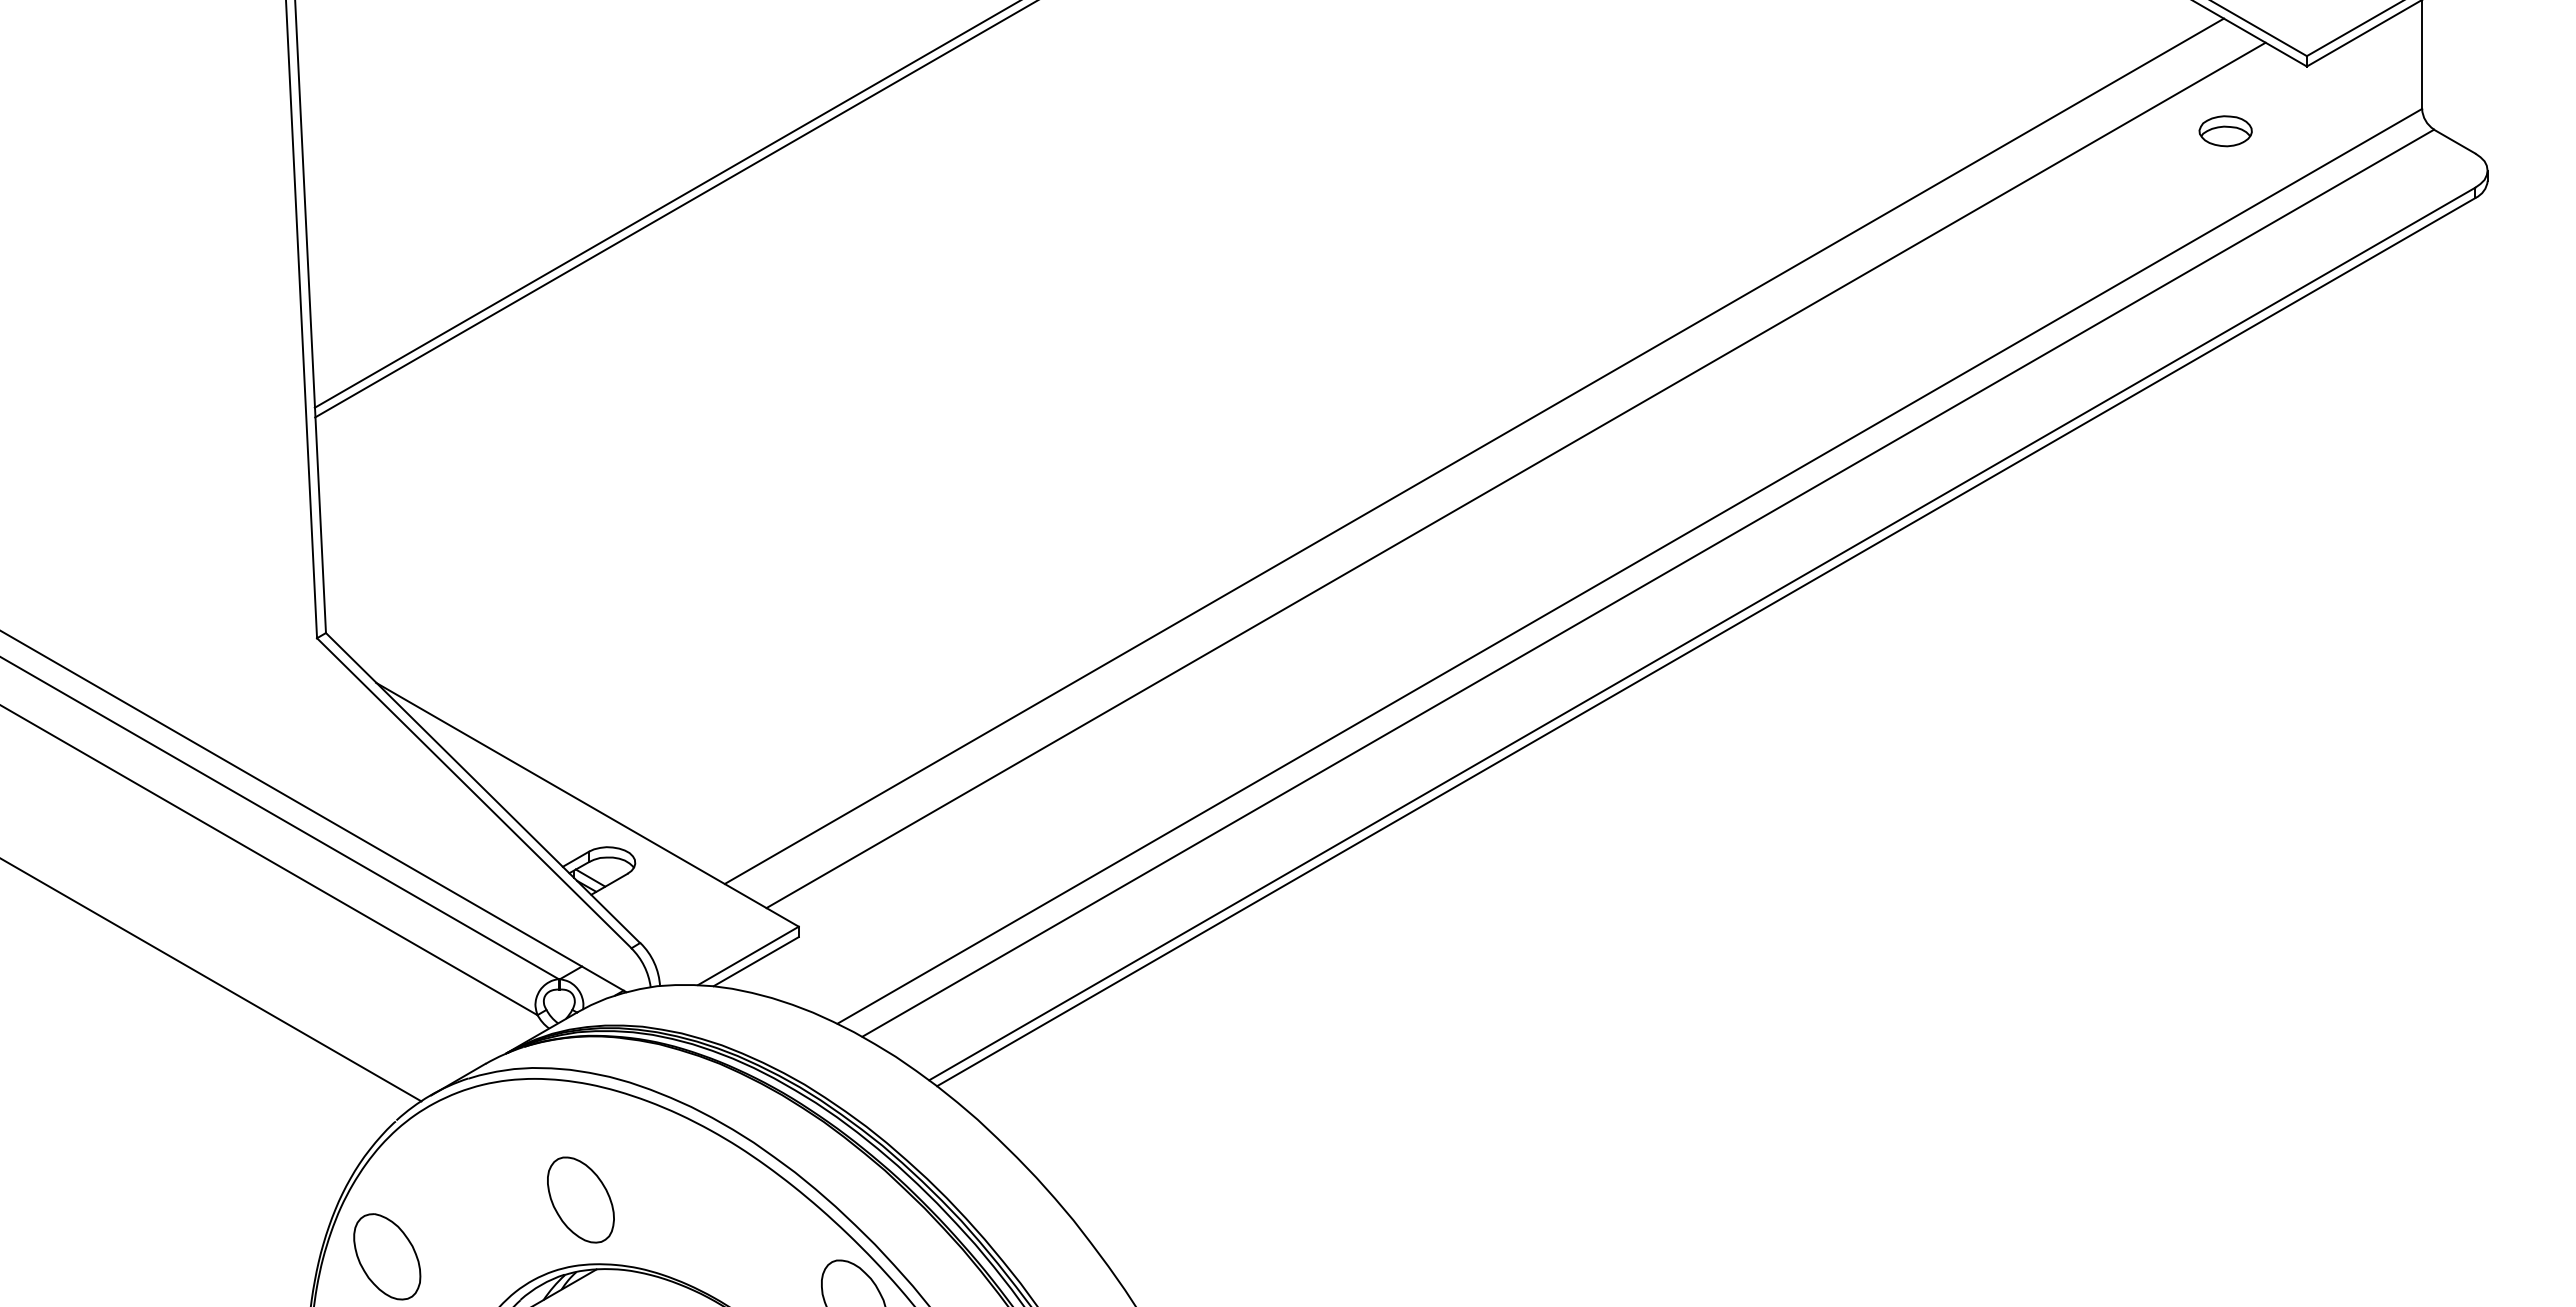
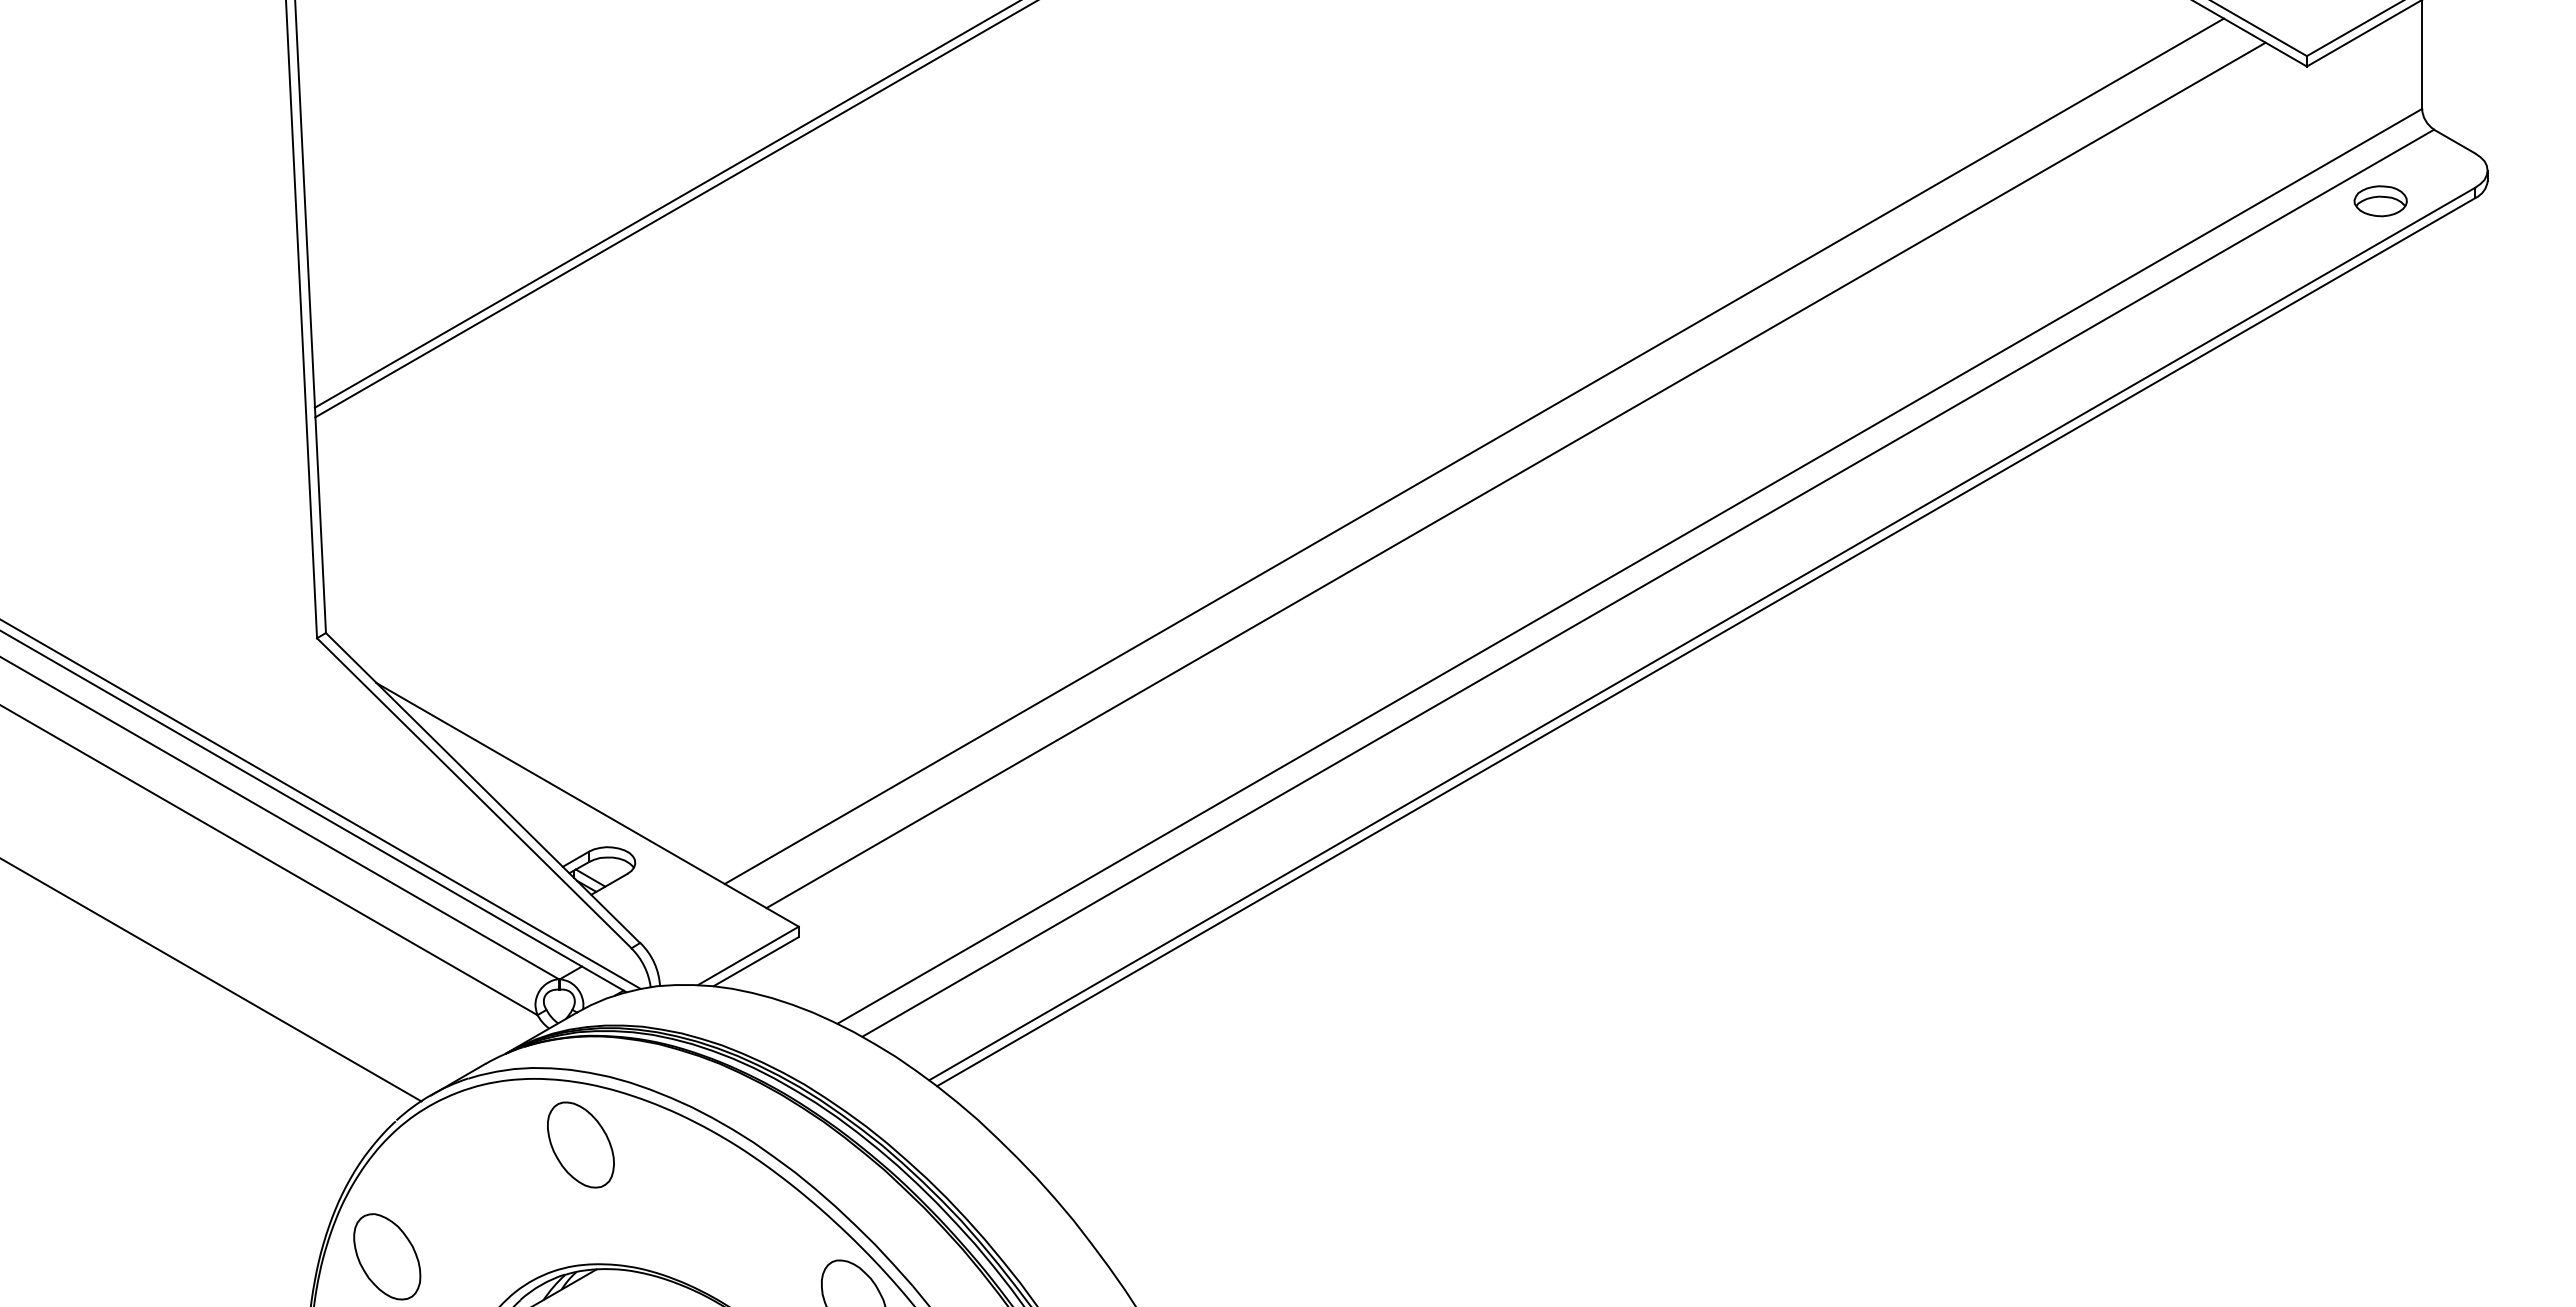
part at (2225, 131) position: (2225, 131) -> (2380, 201)
line at (321, 804): none -> present
part at (580, 1199) position: (580, 1199) -> (580, 1144)
